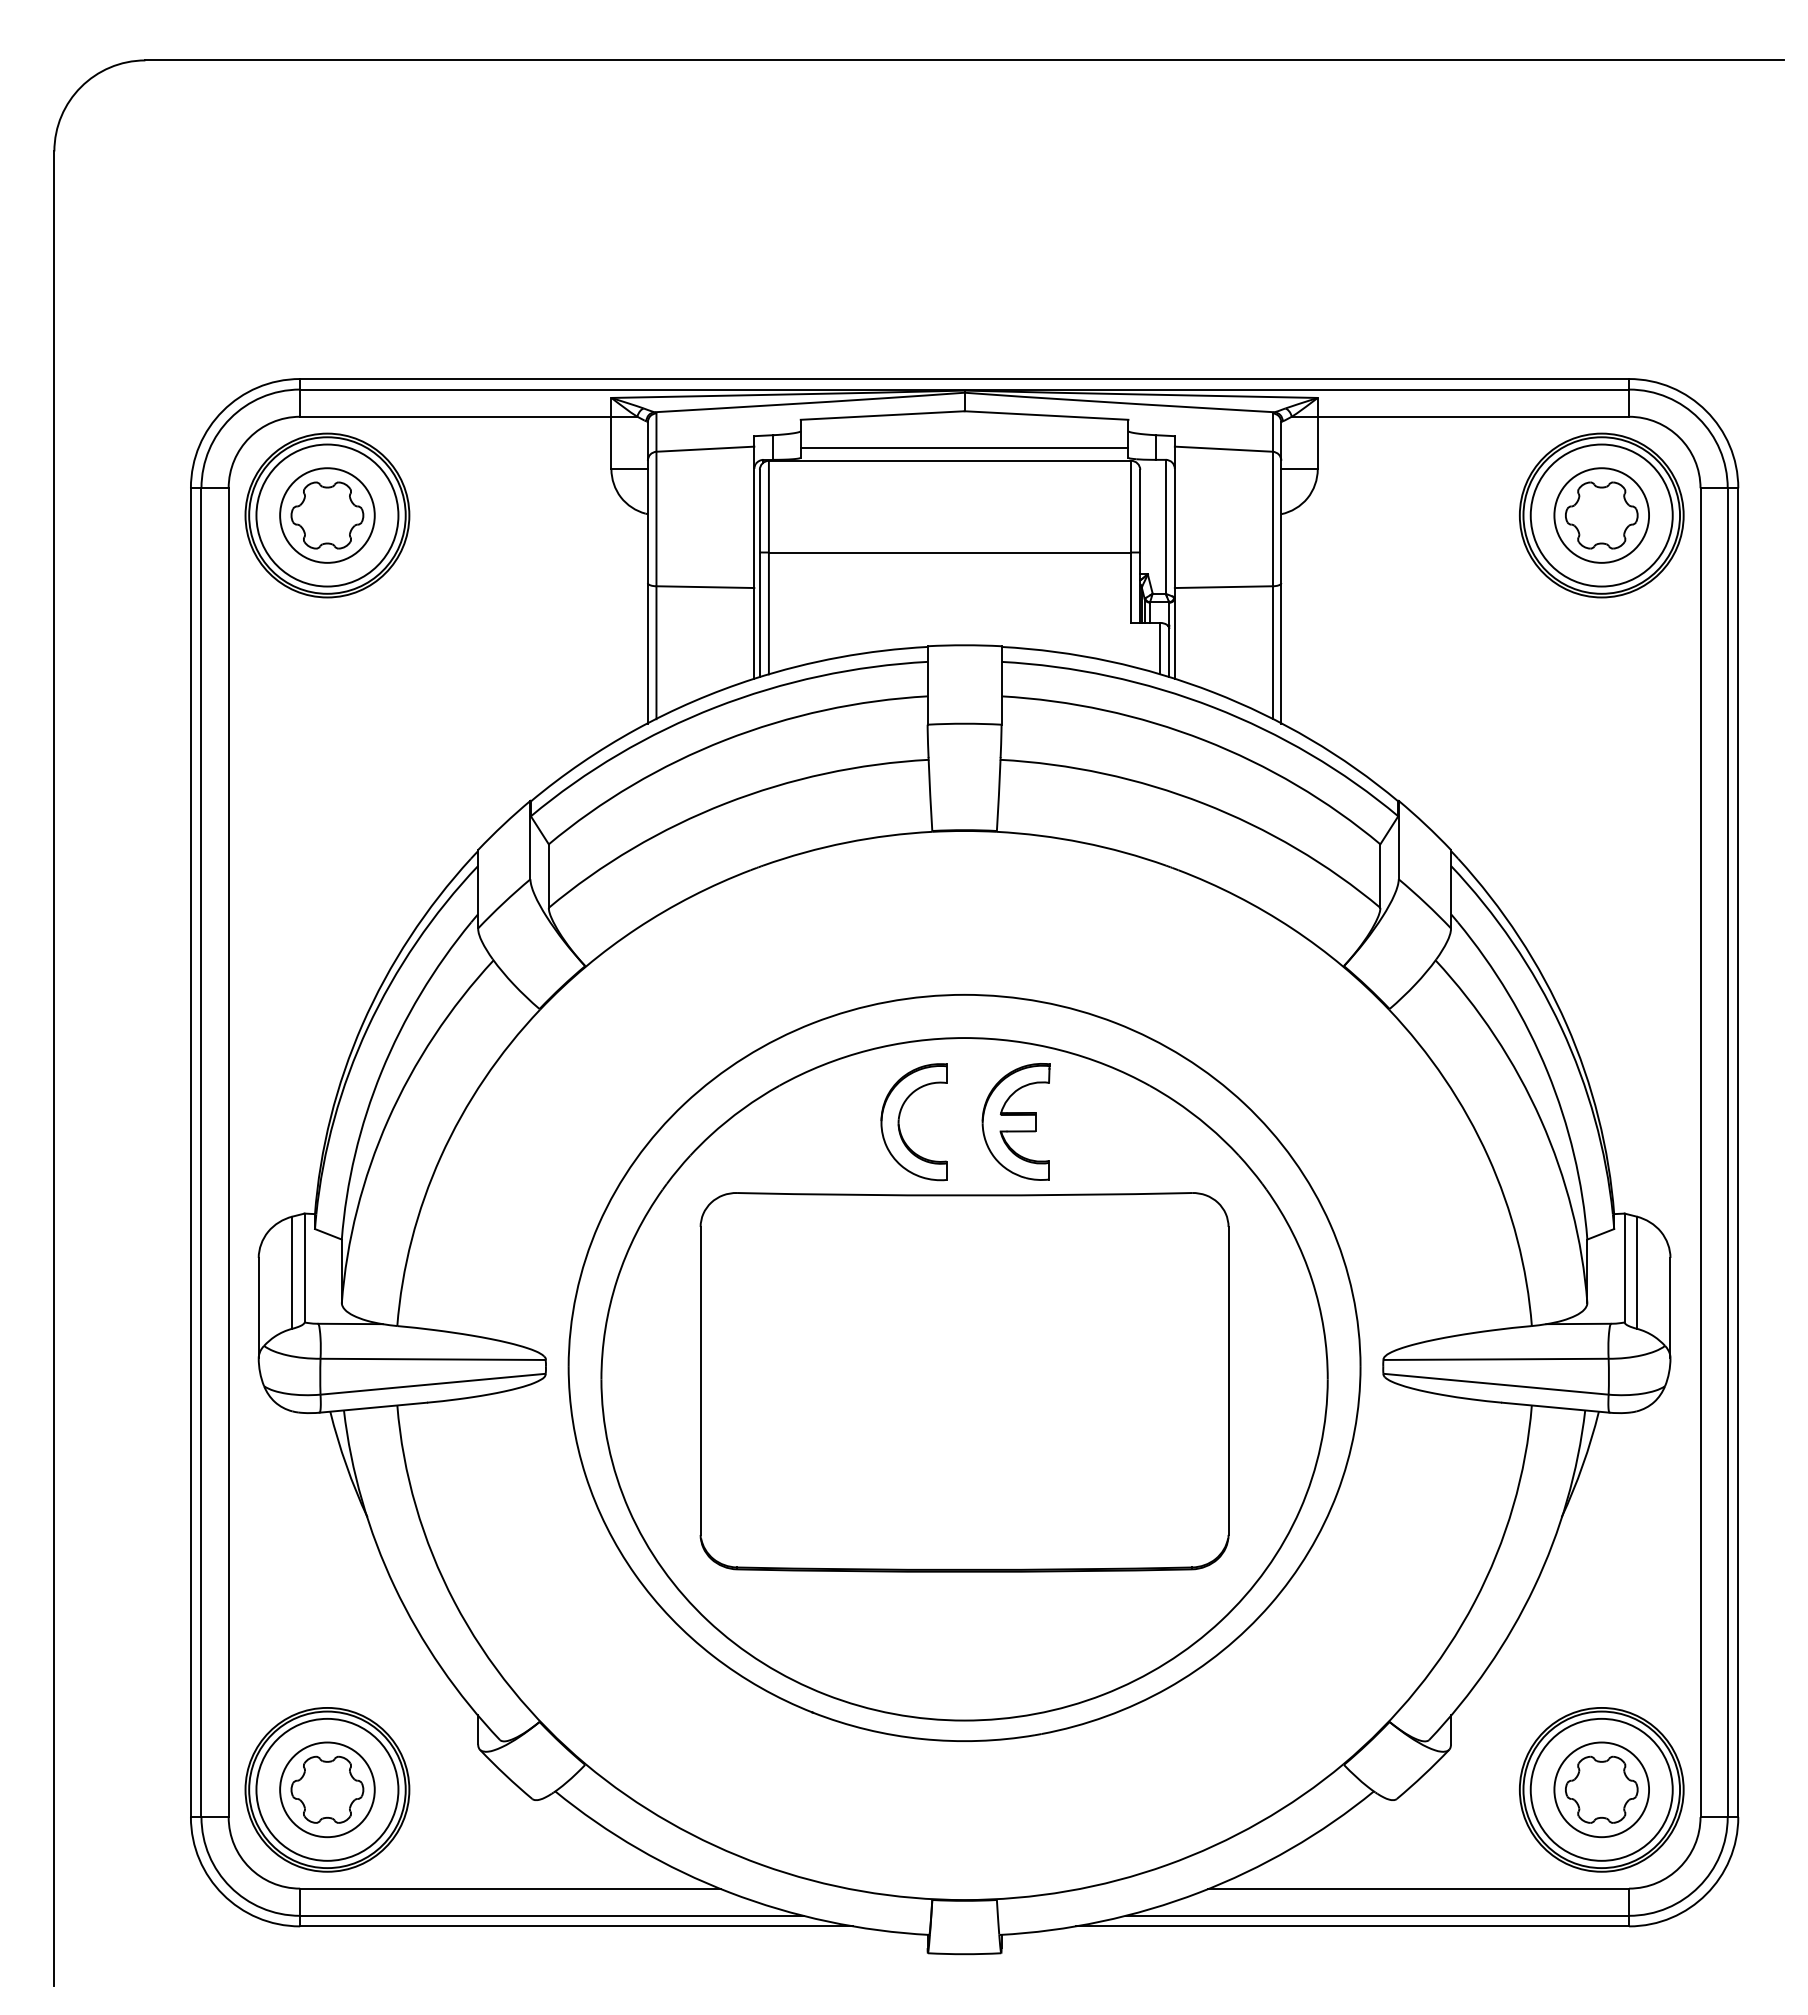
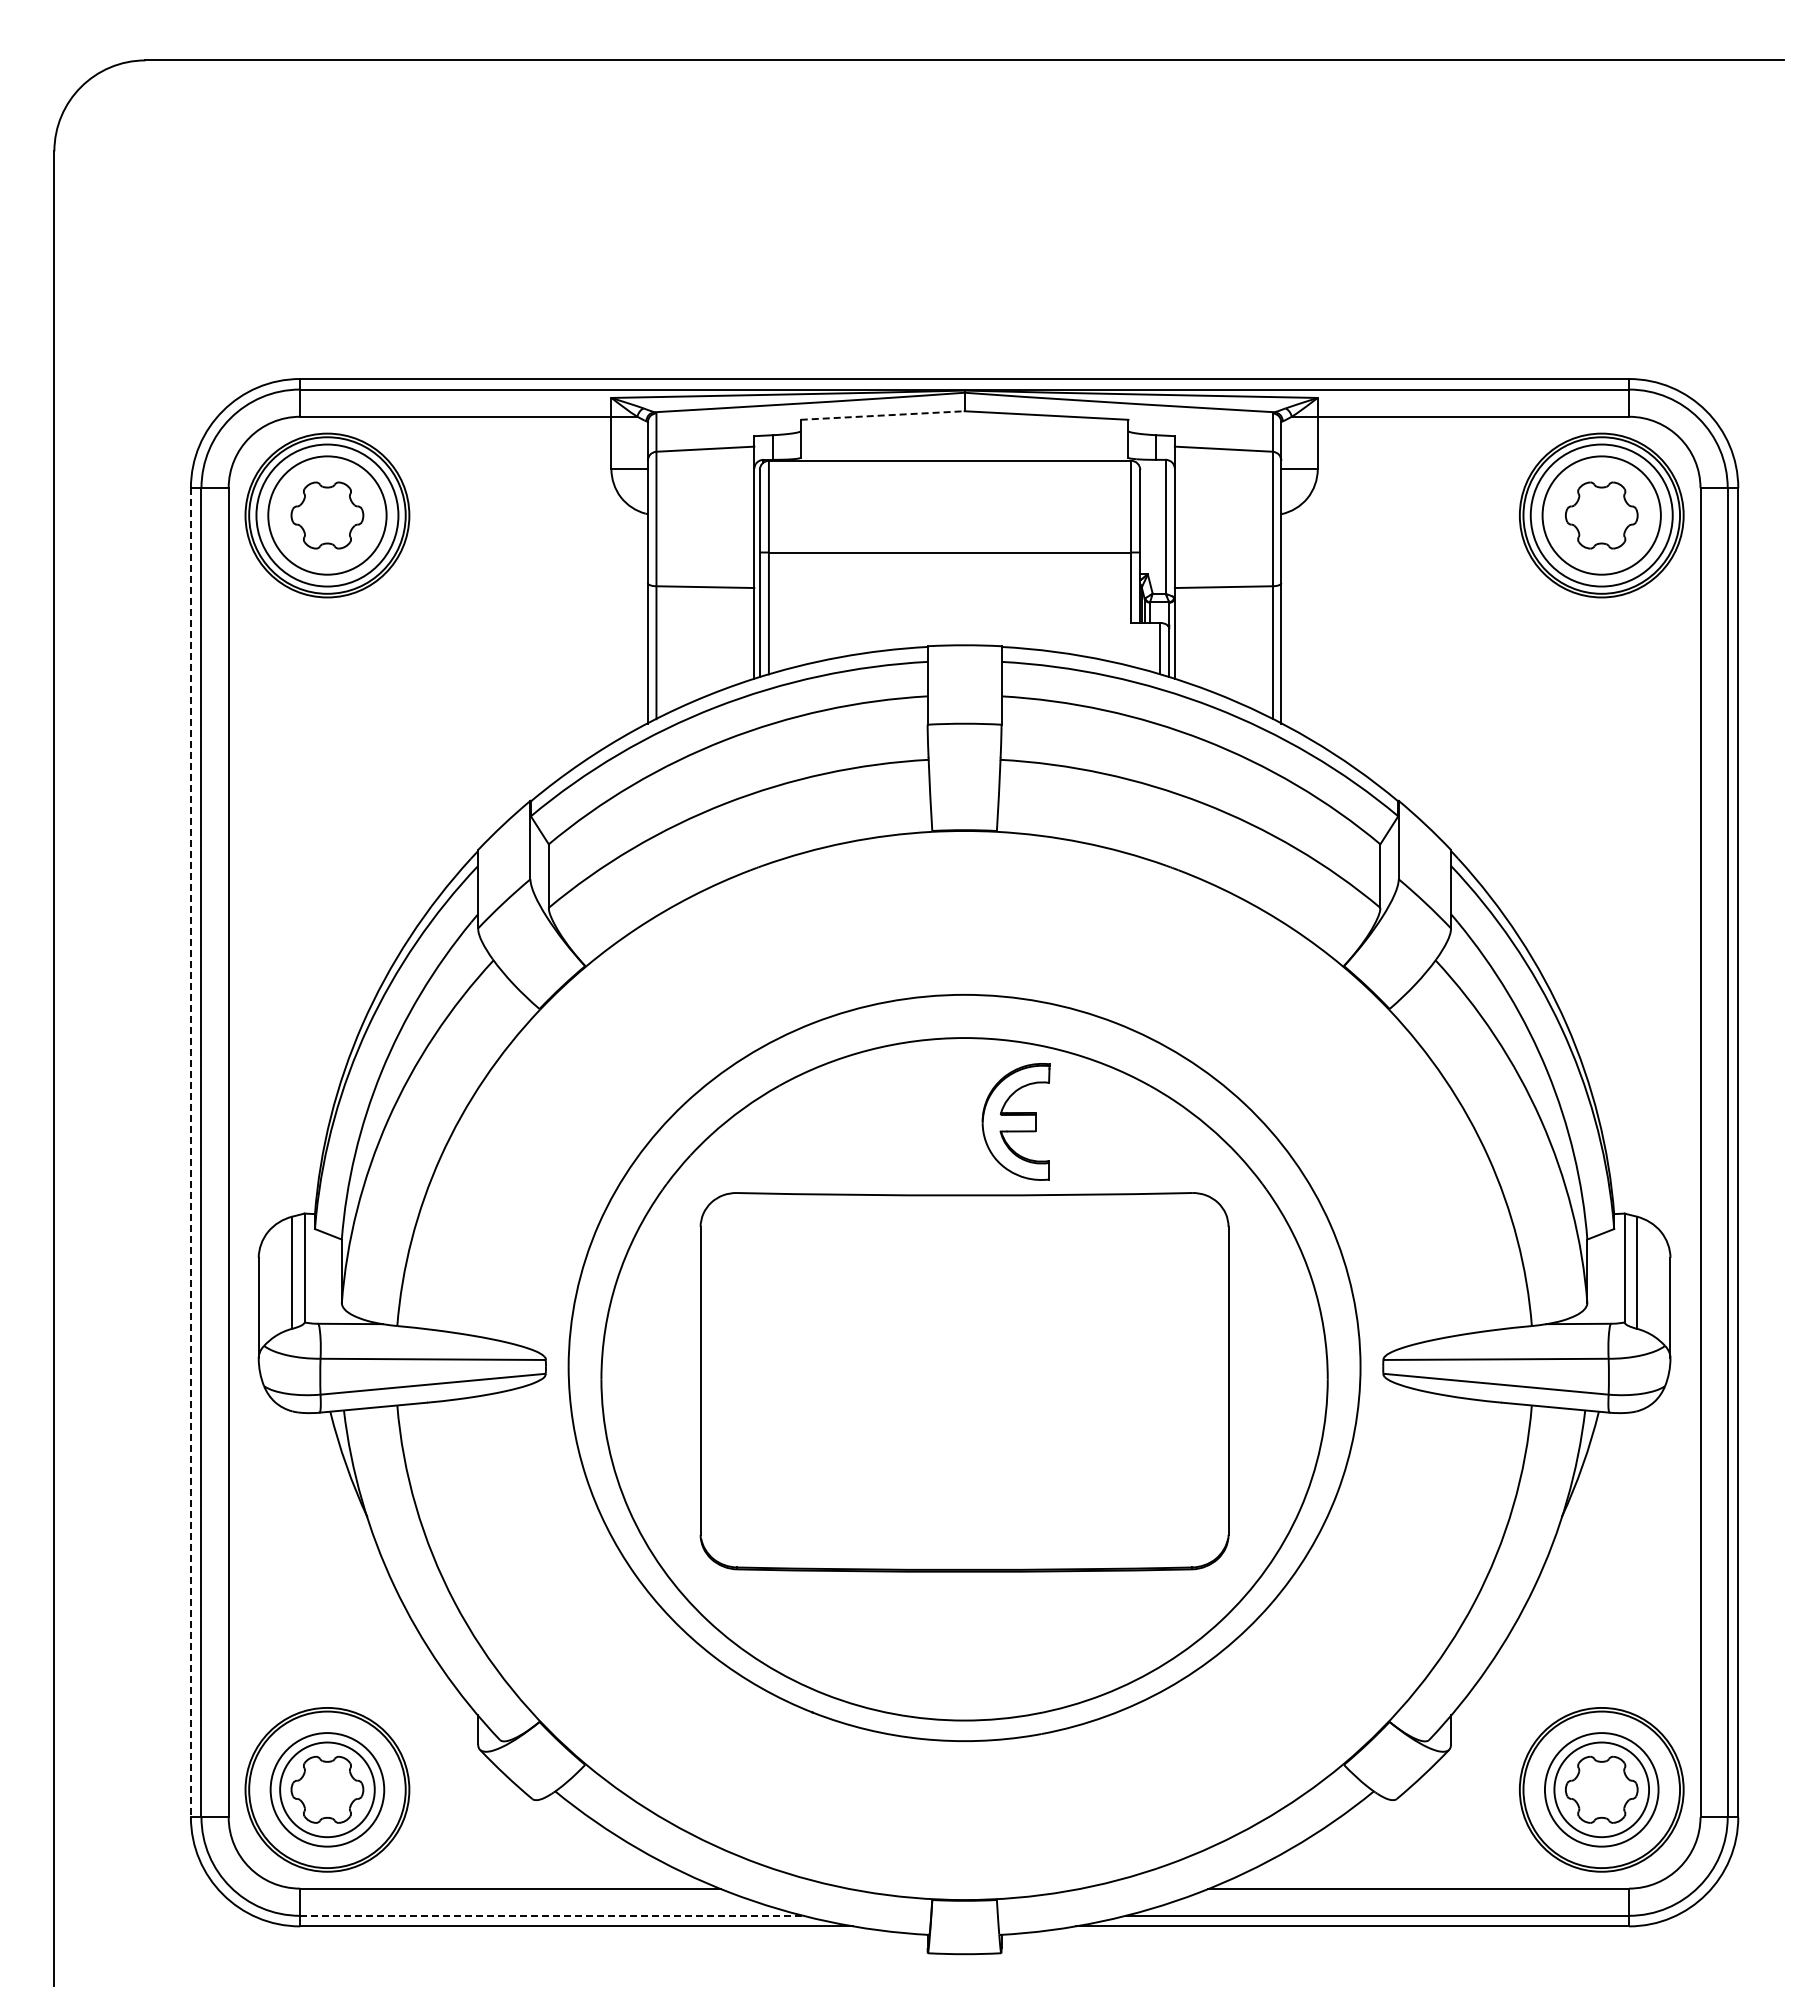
line at (883, 415): solid -> dashed
line at (964, 448): present -> none
circle at (327, 515) diameter: 95 px -> 118 px
circle at (1601, 515) diameter: 95 px -> 118 px
part at (899, 1122): present -> none
line at (190, 1153): solid -> dashed
circle at (327, 1789) diameter: 142 px -> 114 px
circle at (1601, 1789) diameter: 142 px -> 114 px
line at (551, 1915): solid -> dashed
